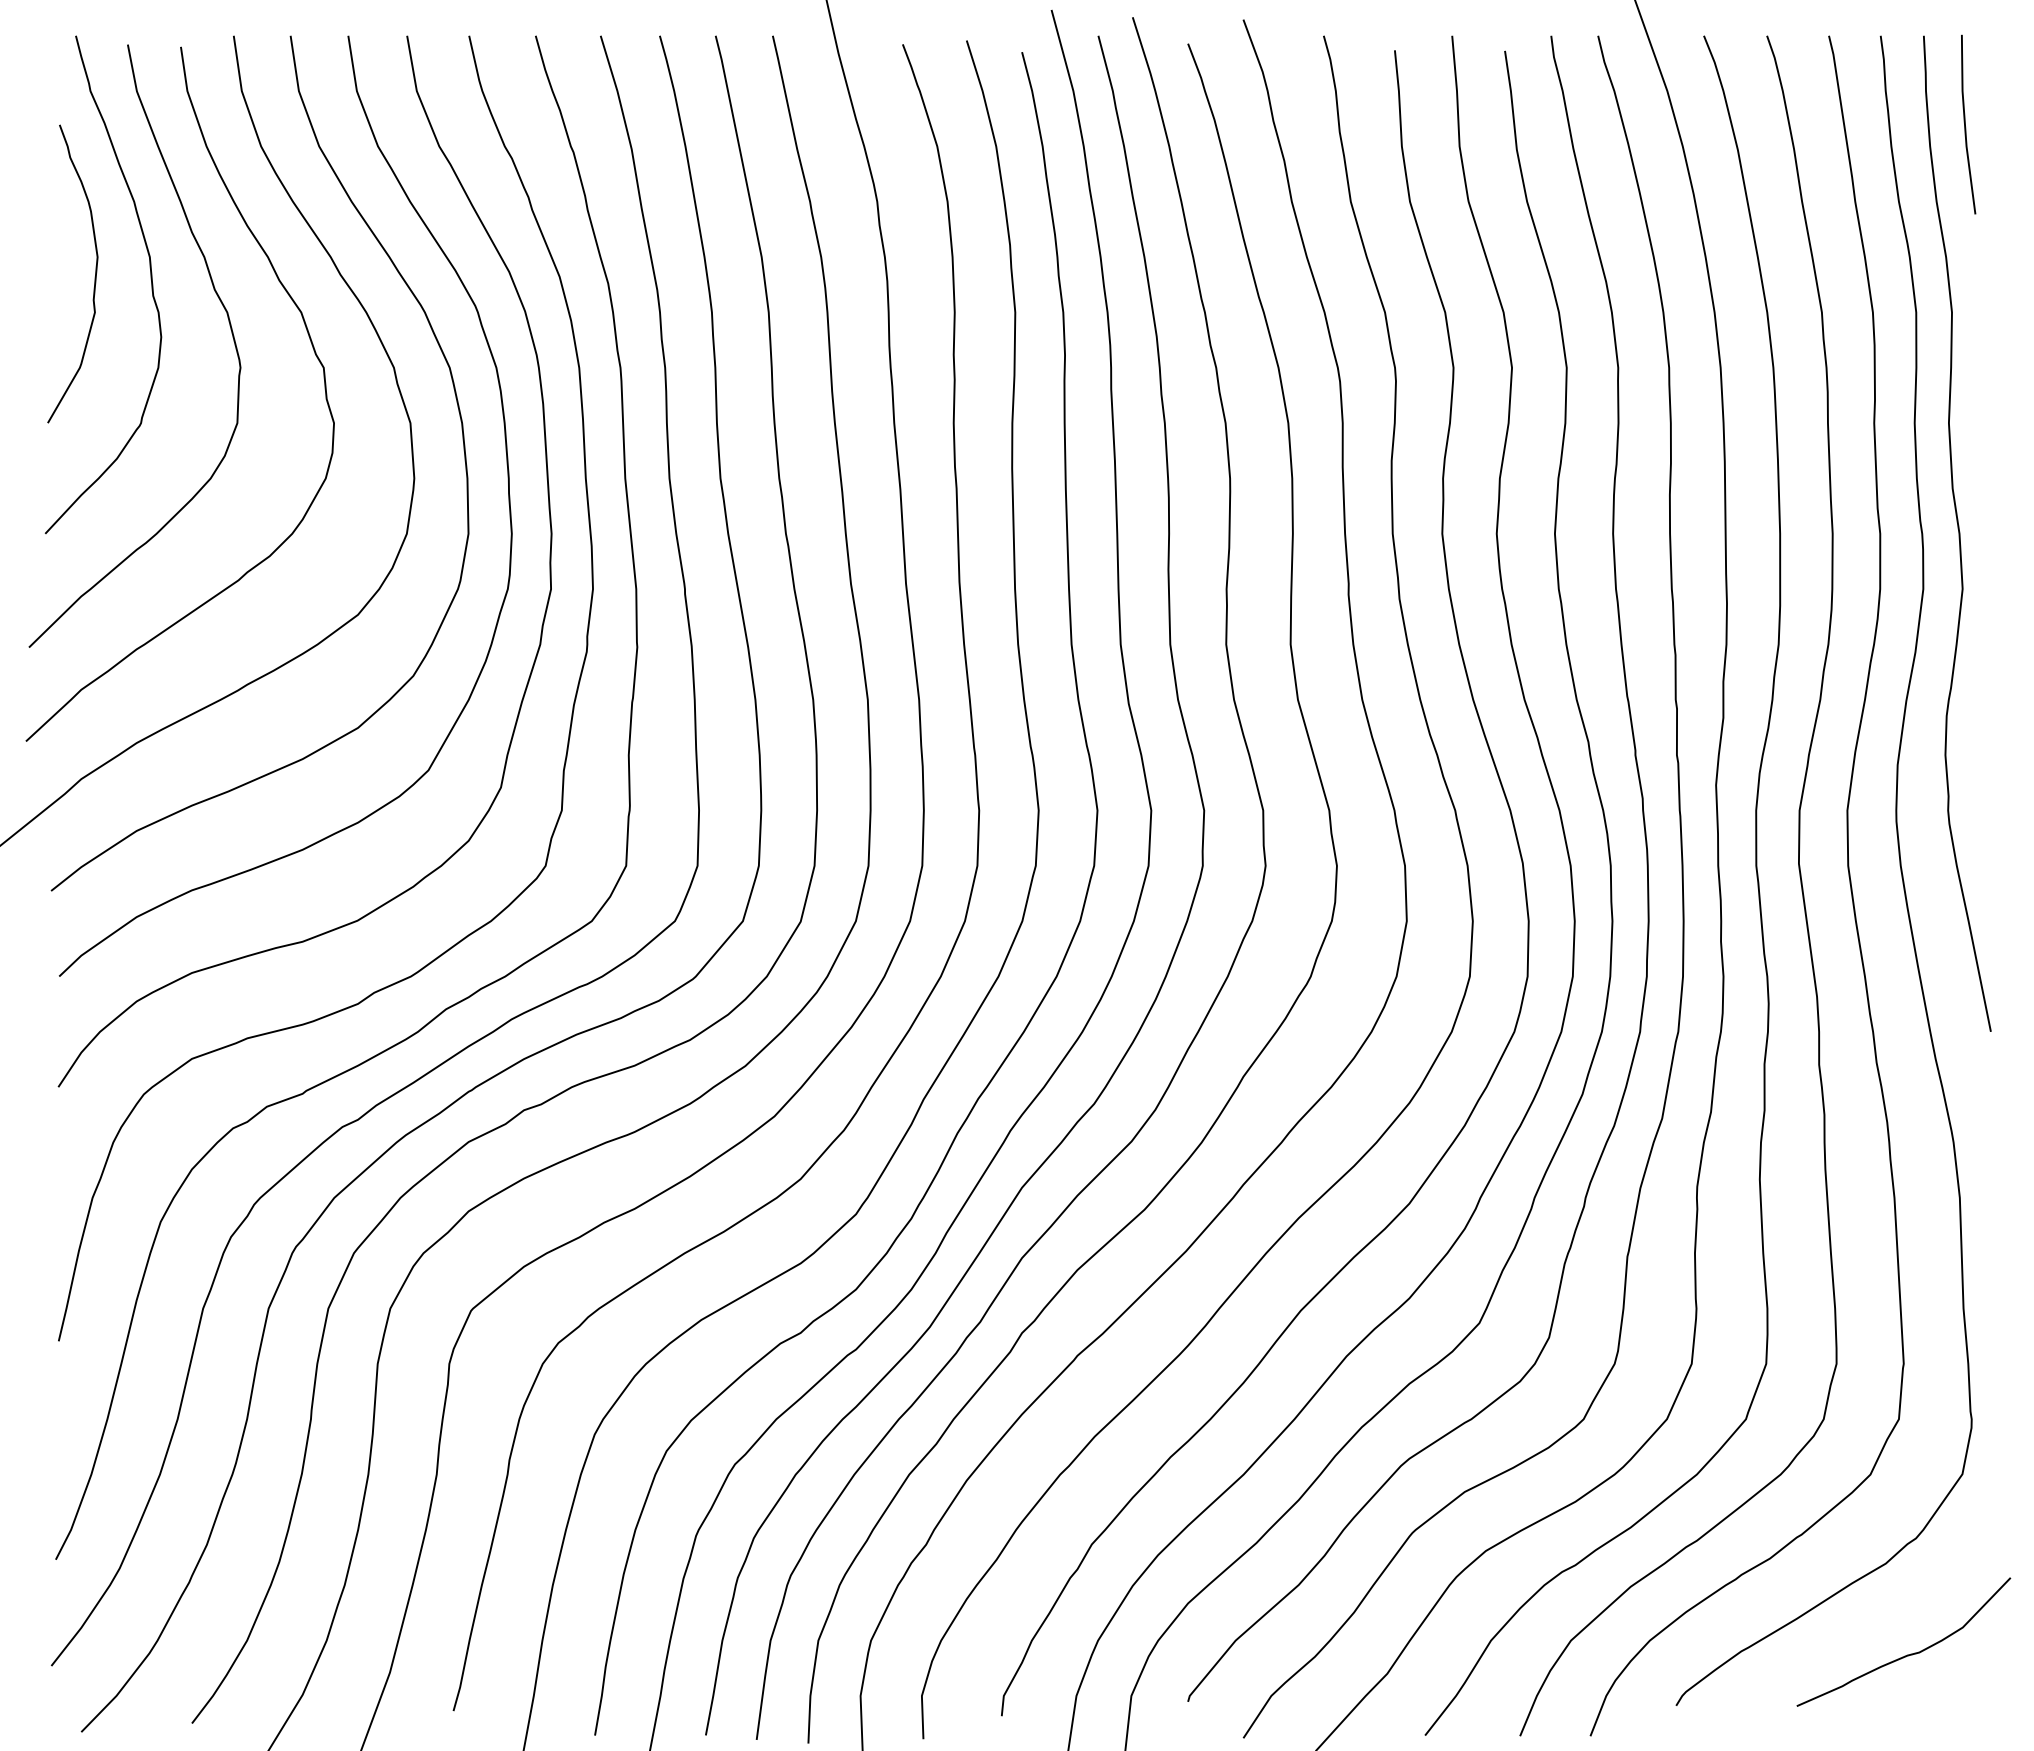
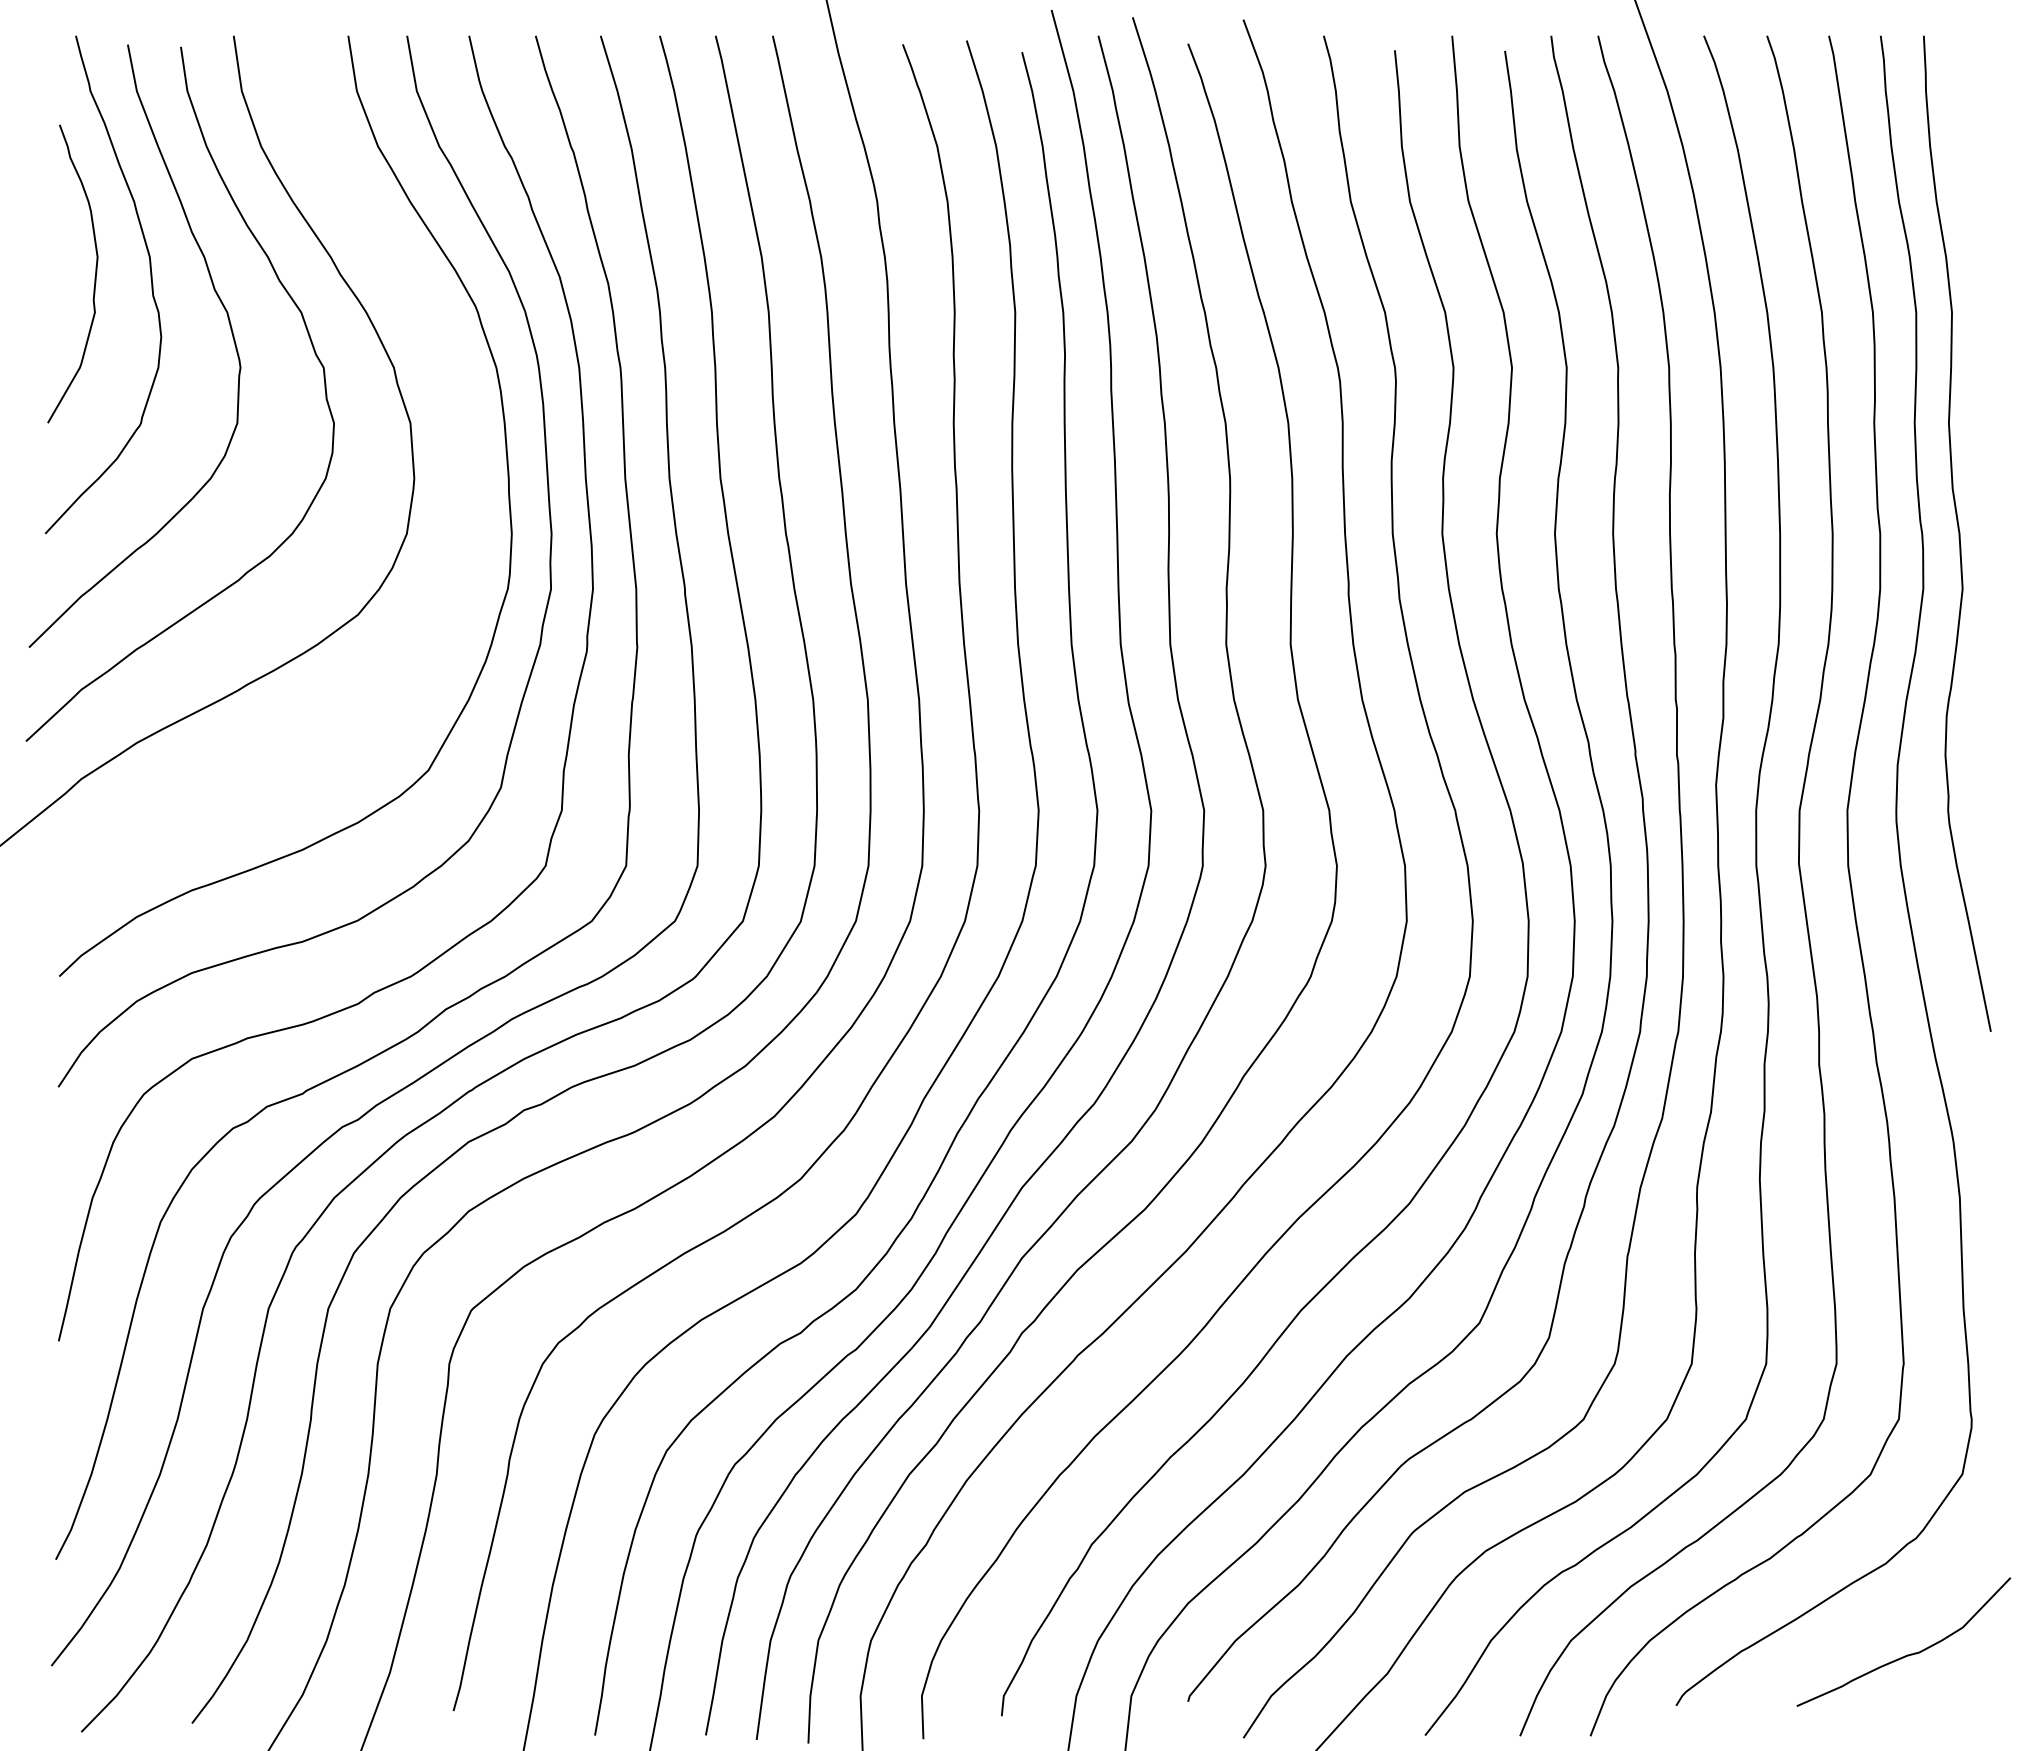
line at (1965, 124): present -> none
curve at (462, 440): present -> none
